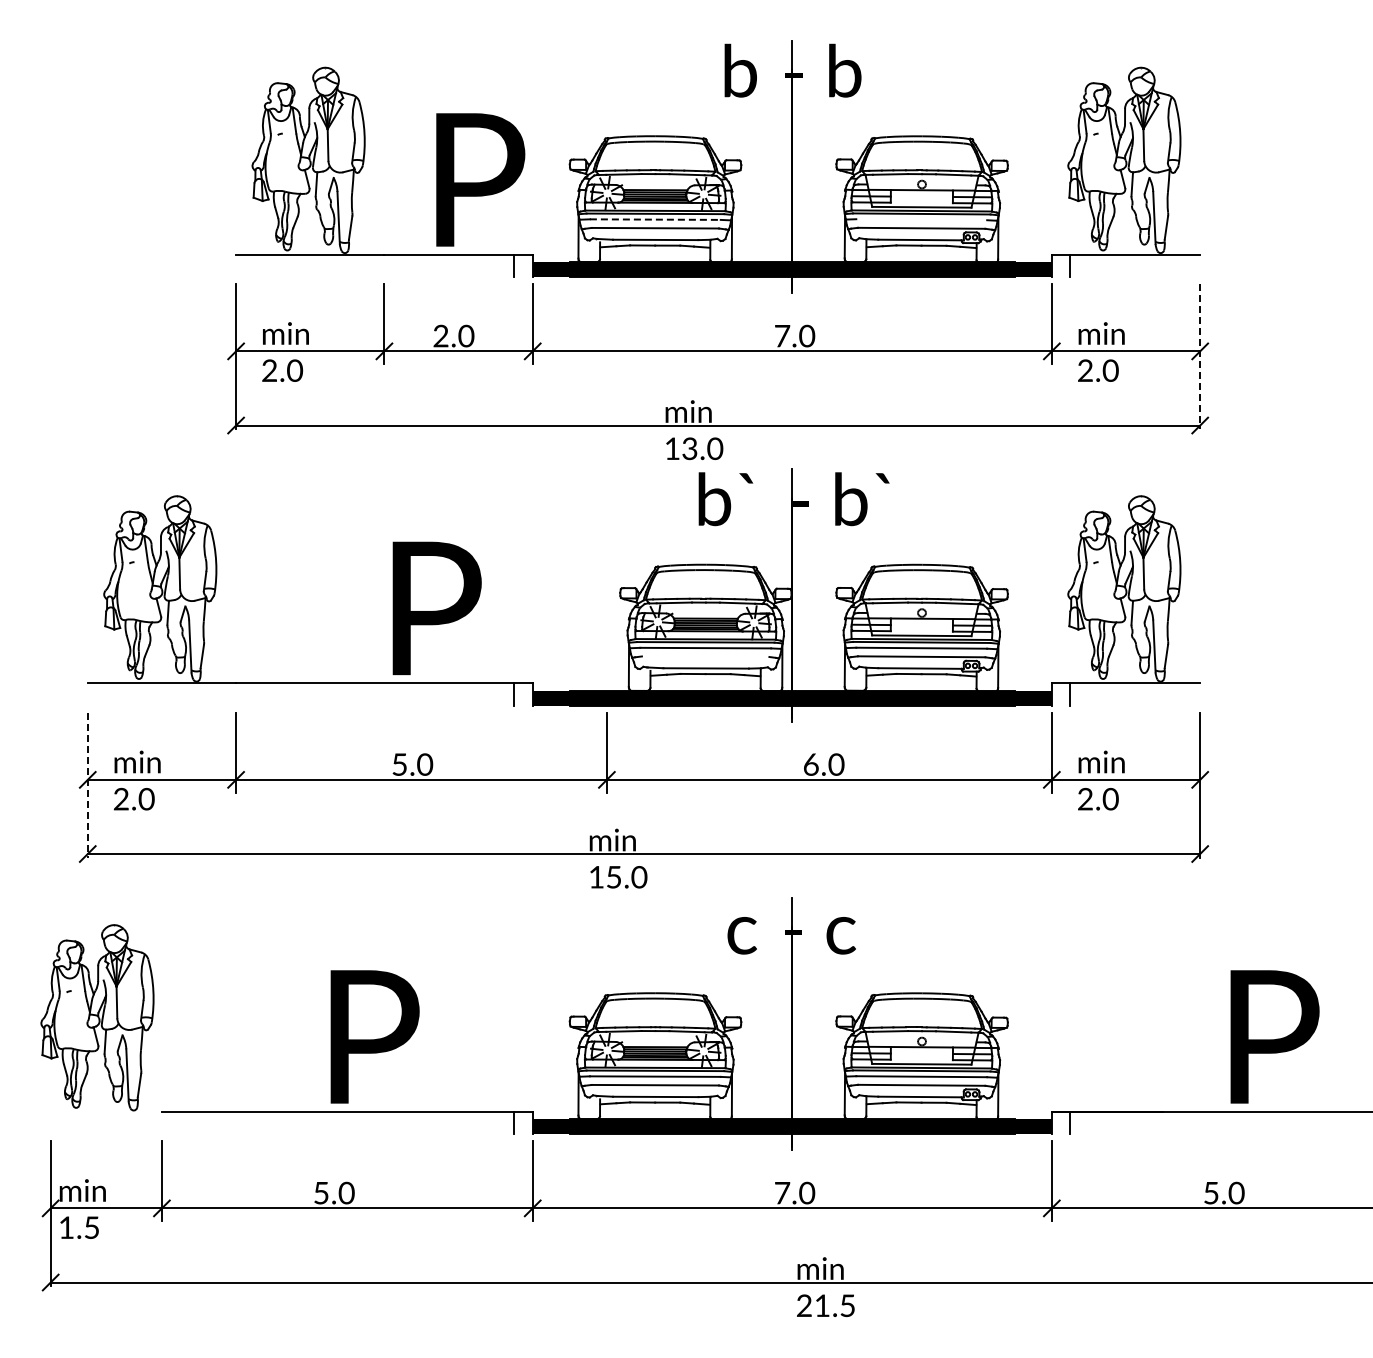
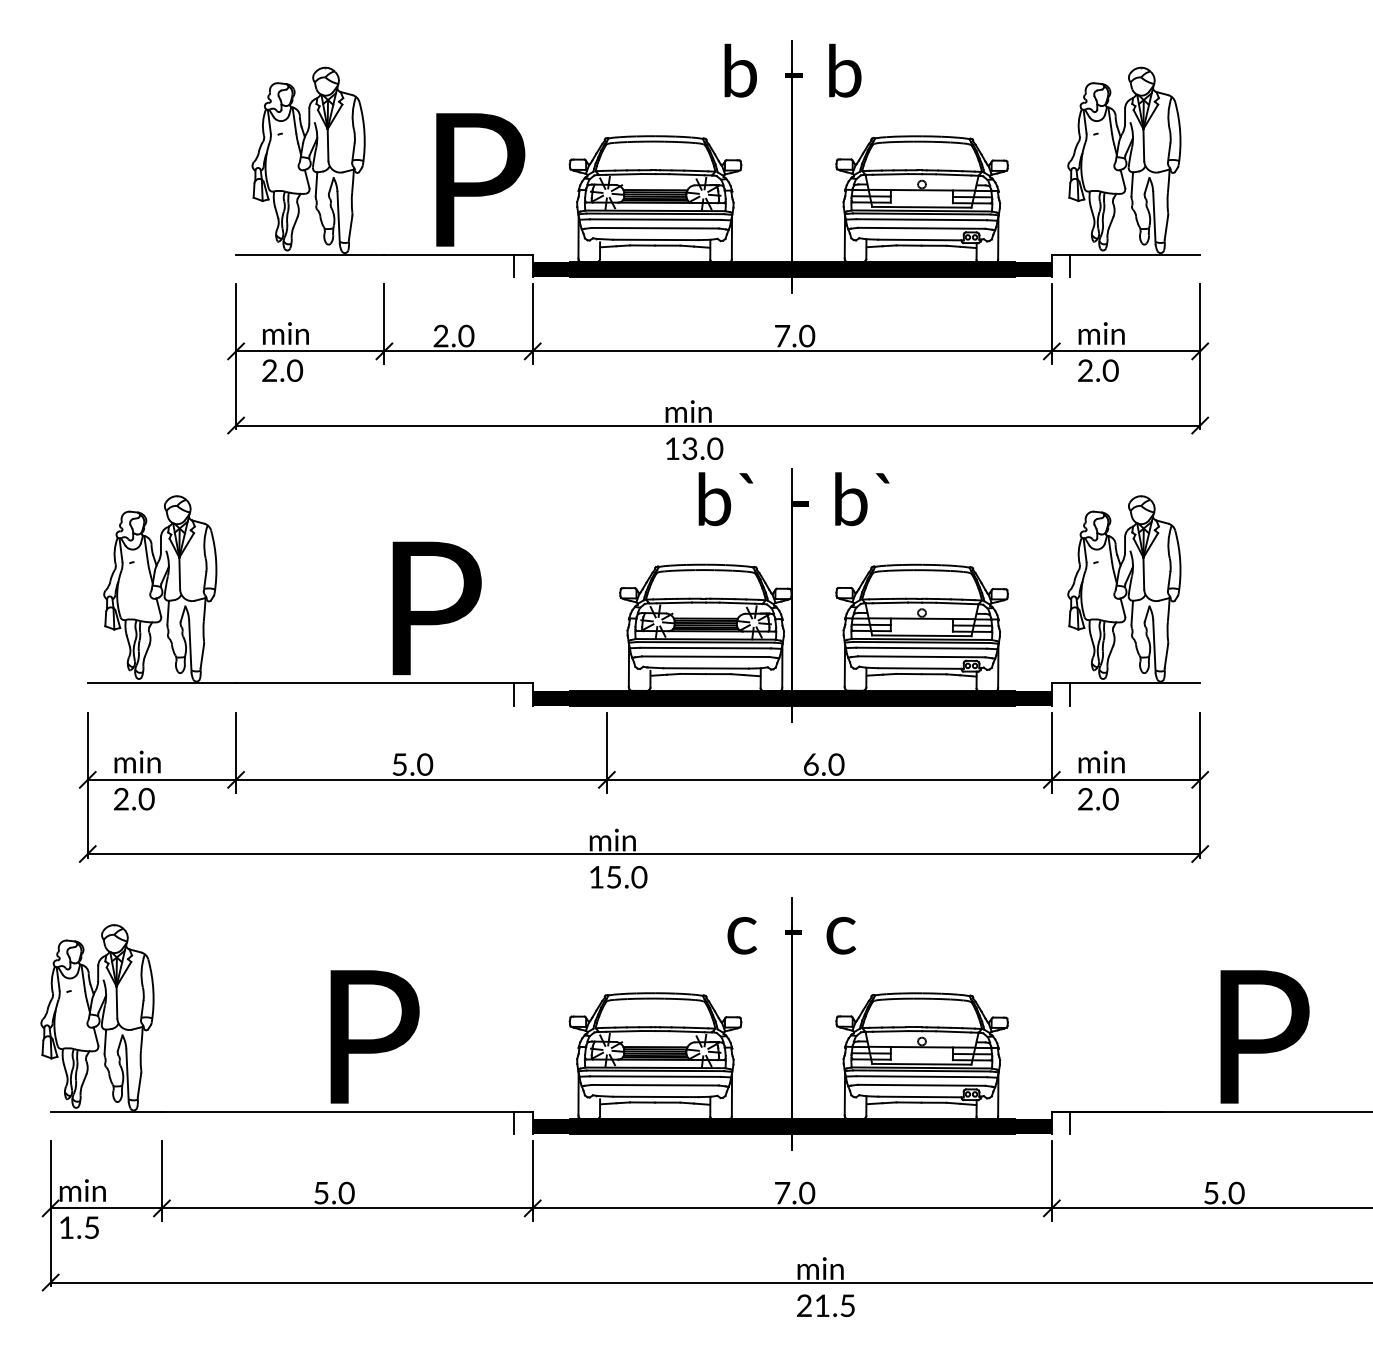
line at (655, 219): dashed -> solid
line at (921, 219): none -> present
line at (1200, 357): dashed -> solid
line at (705, 656): none -> present
line at (87, 785): dashed -> solid
text at (1274, 1036) position: (1274, 1036) -> (1264, 1036)
line at (105, 1111): none -> present
